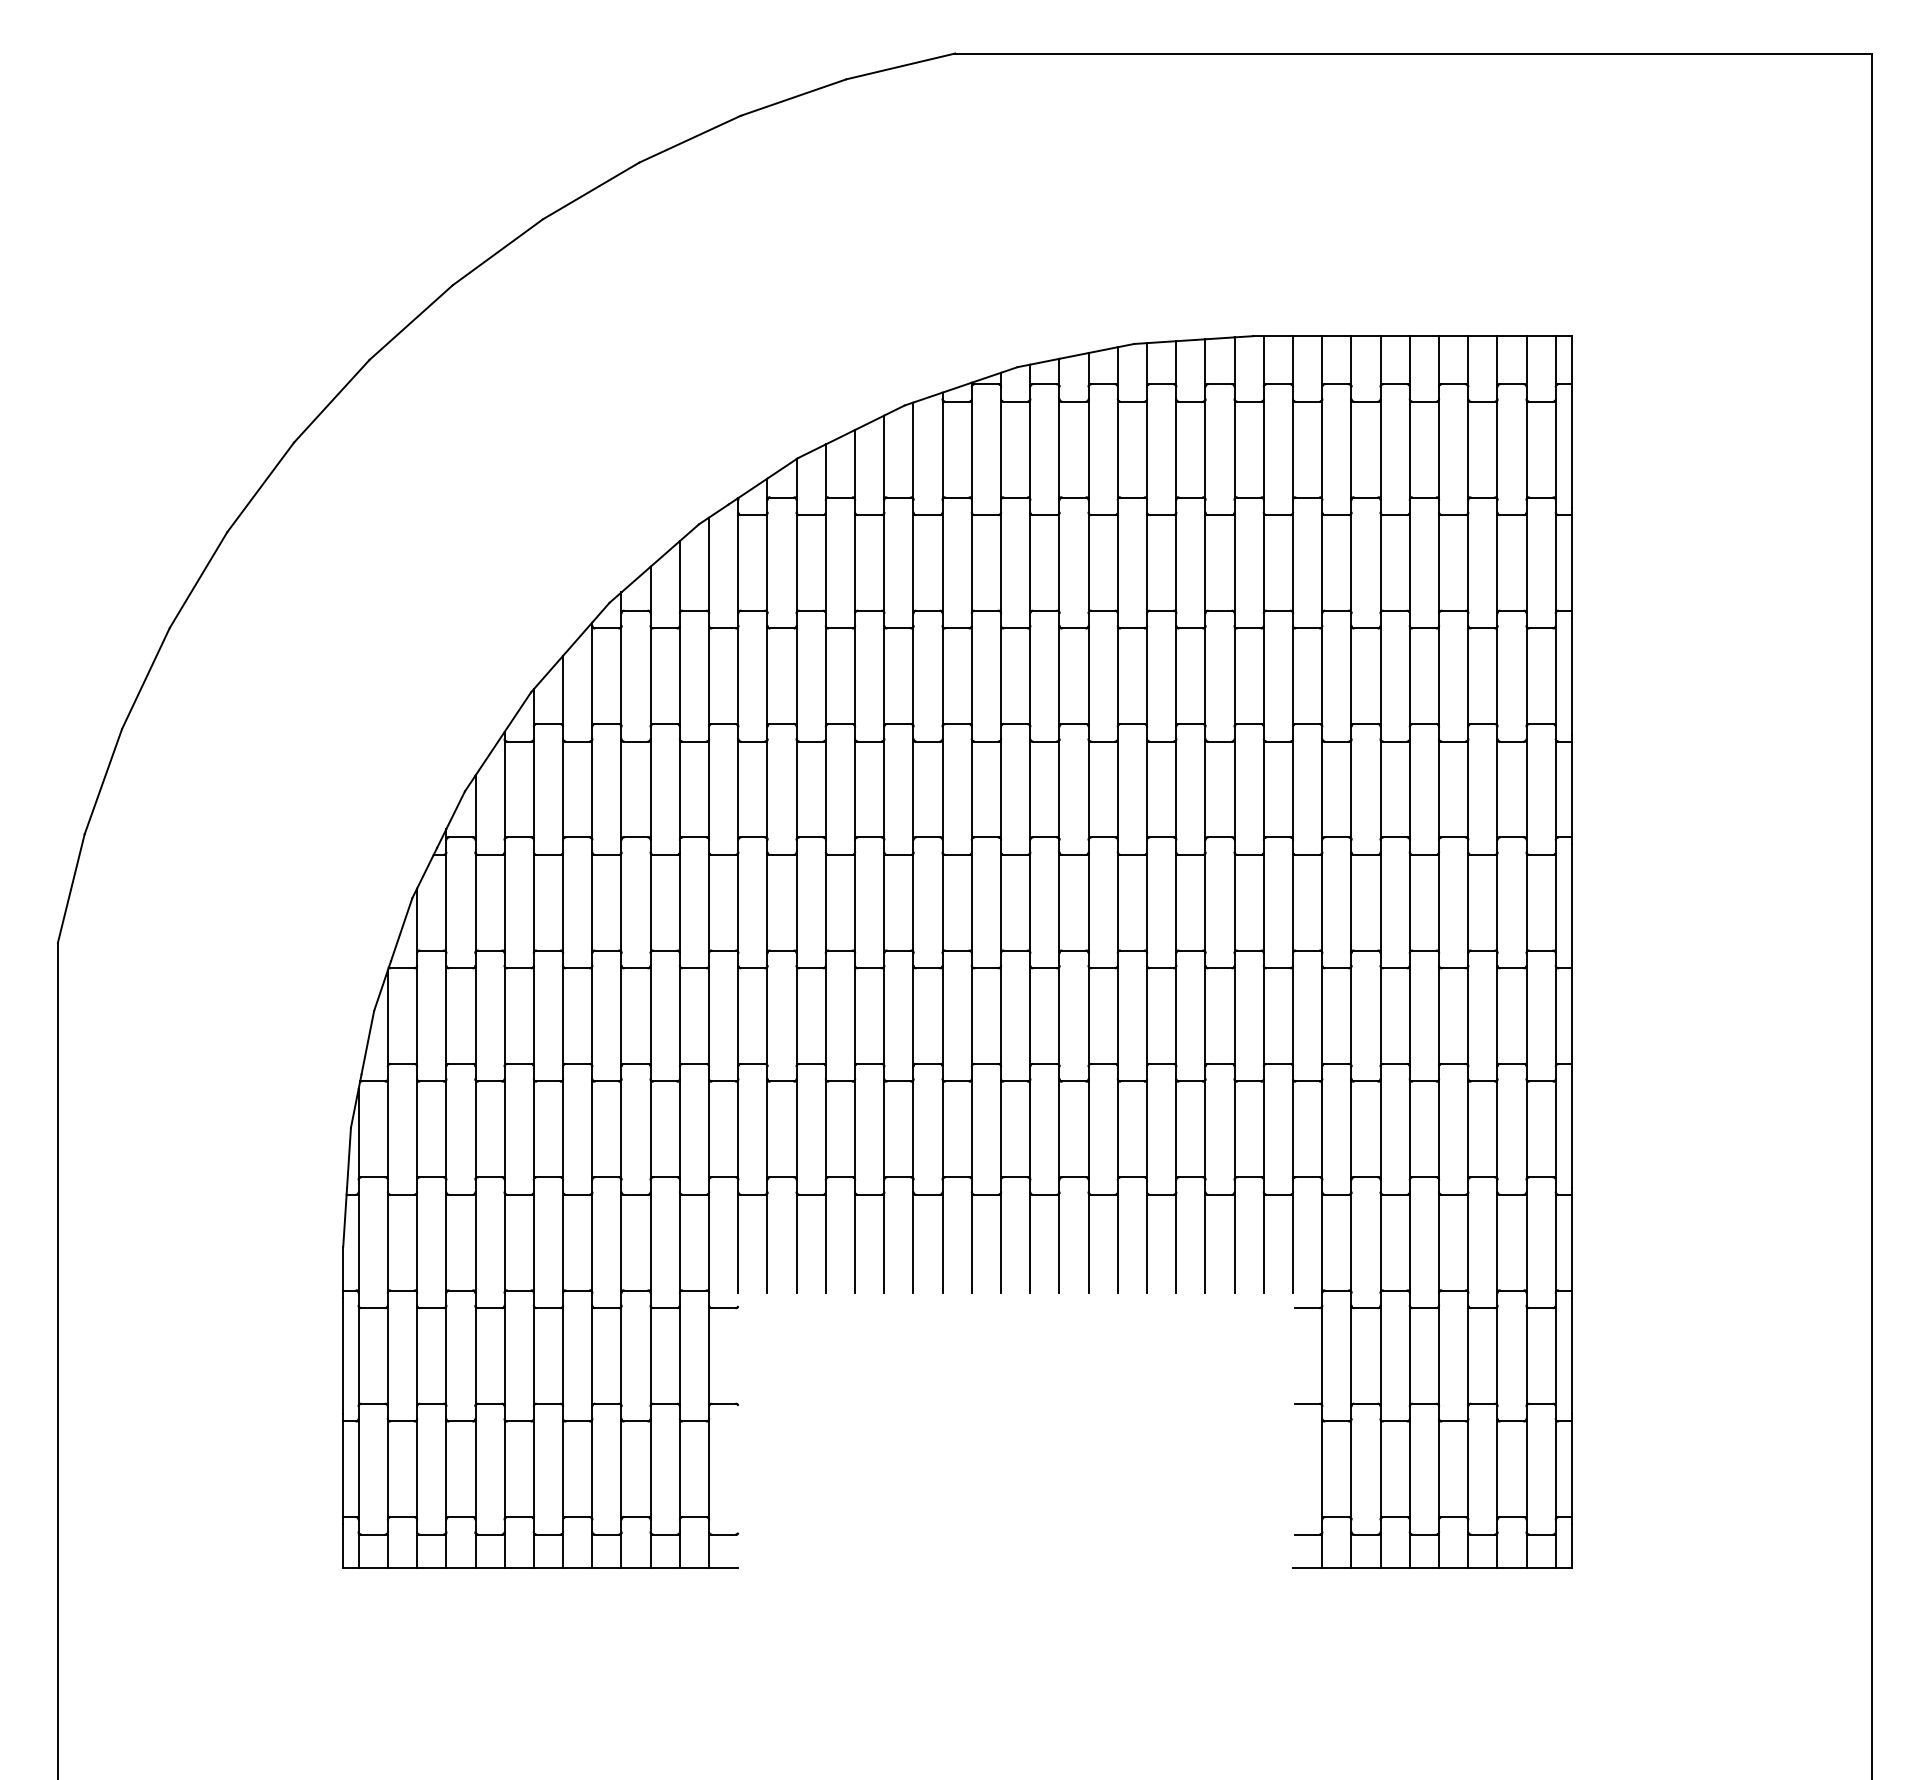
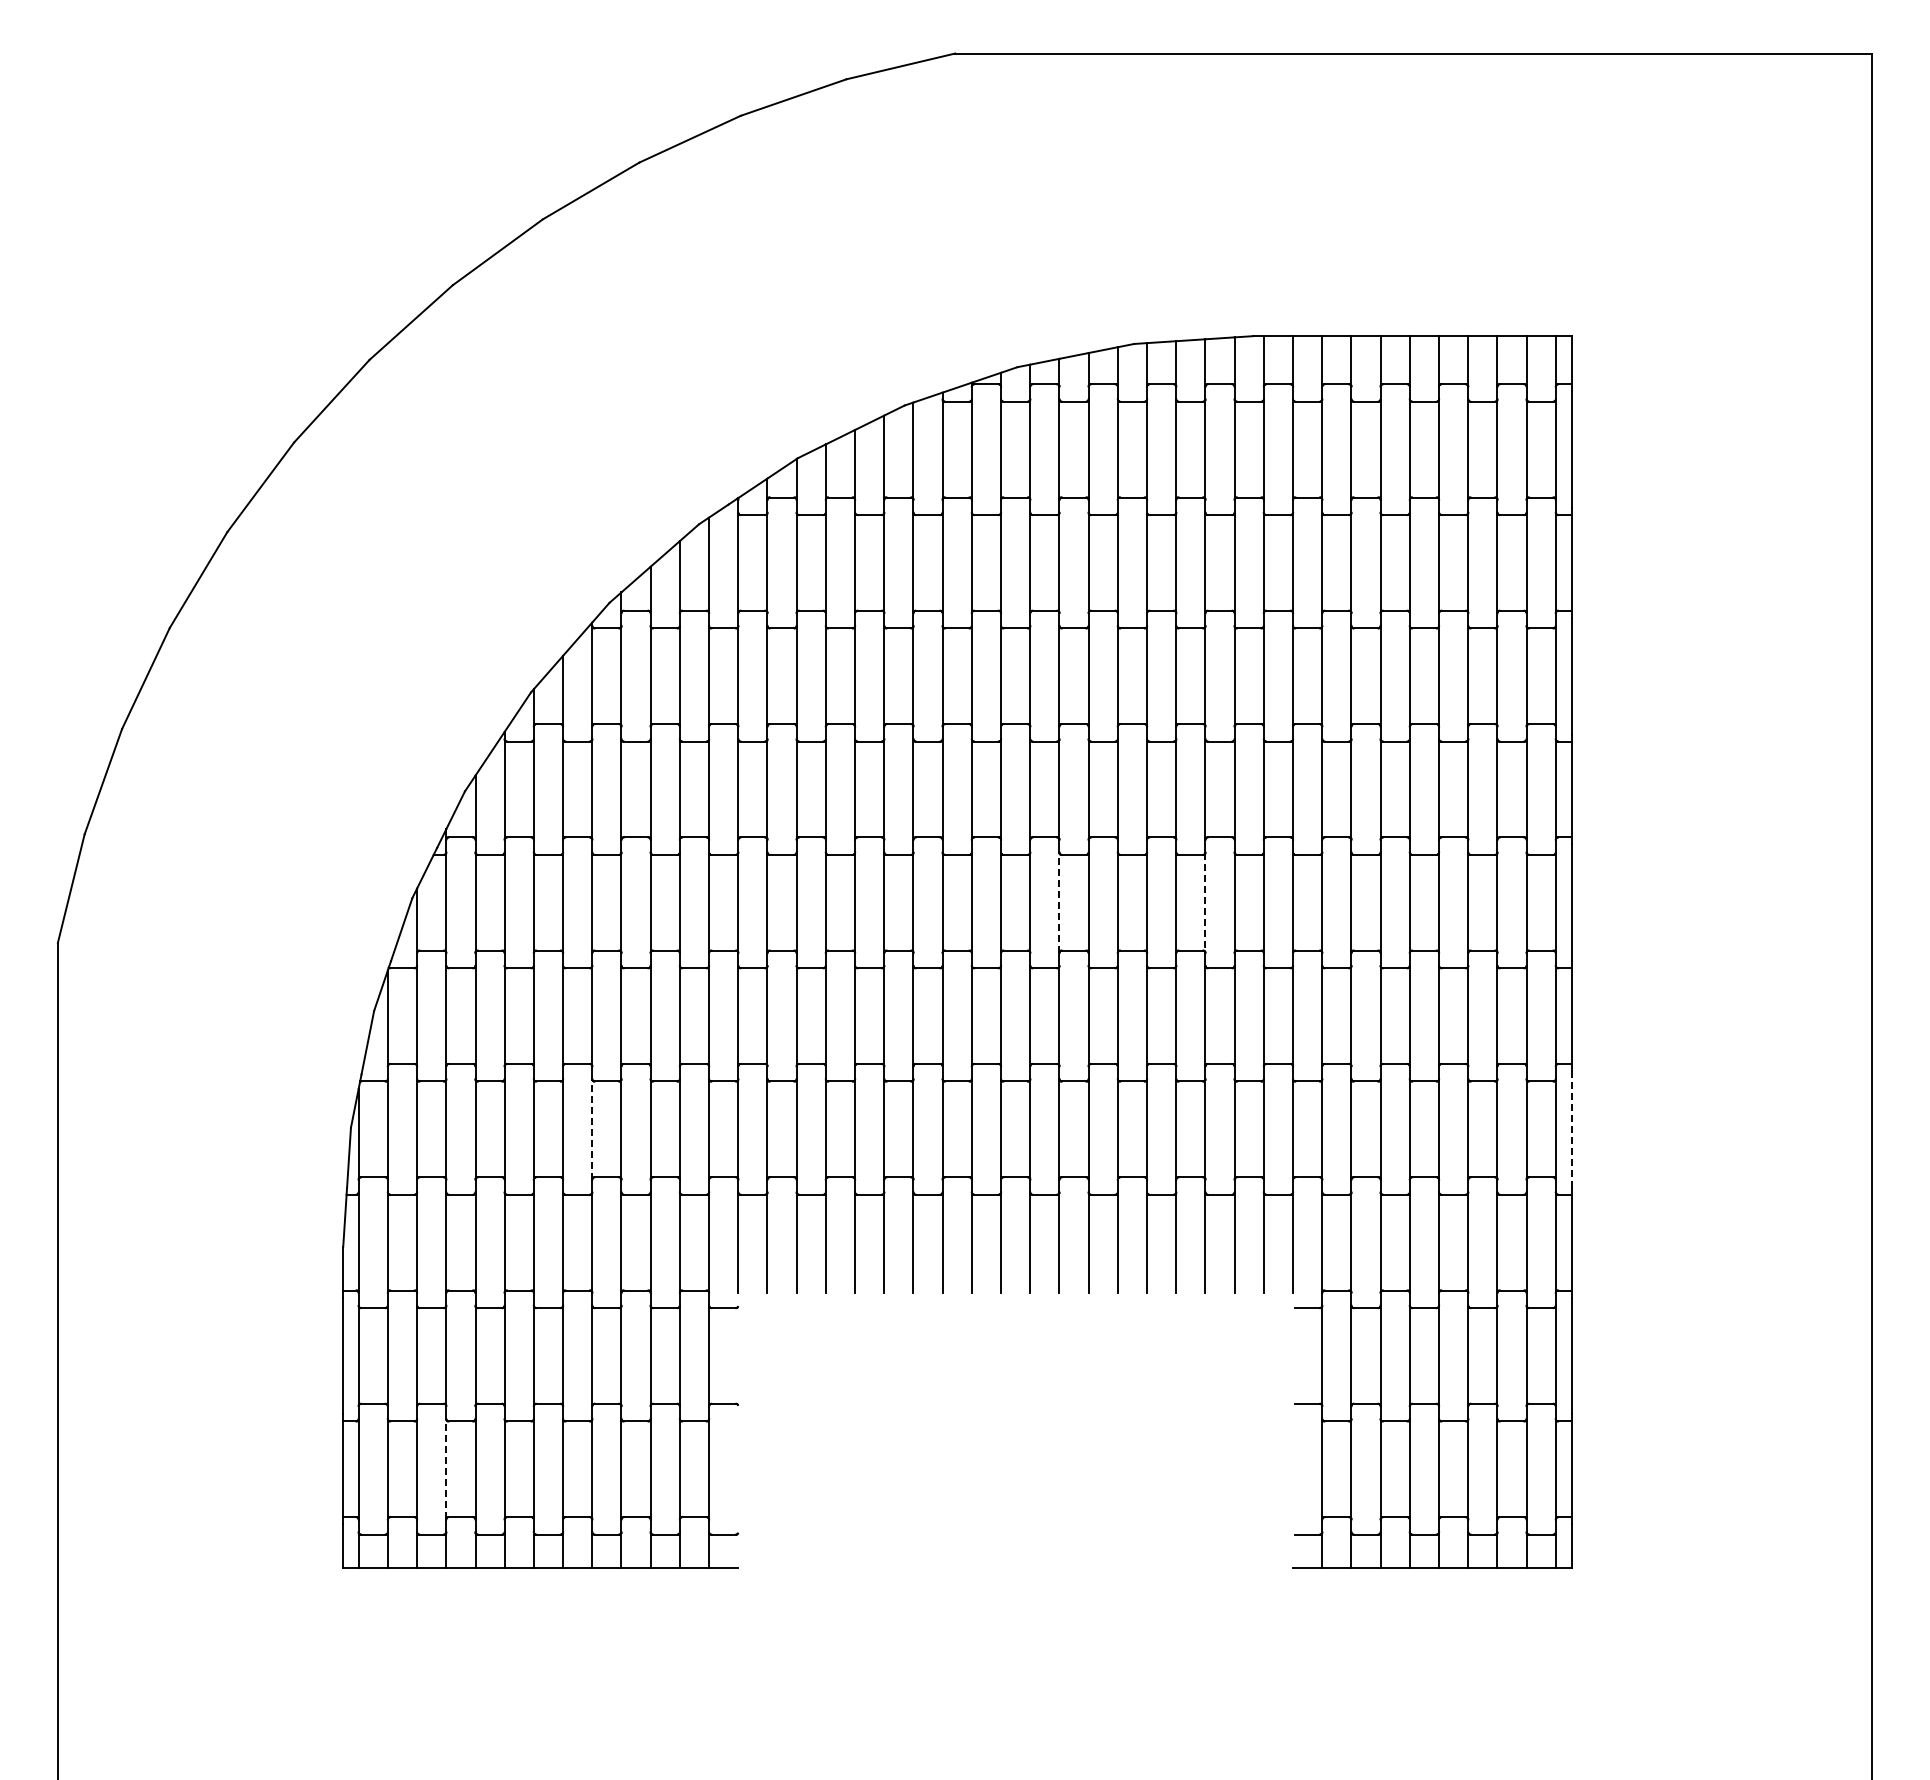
line at (1059, 902): solid -> dashed
line at (1205, 903): solid -> dashed
line at (592, 1128): solid -> dashed
line at (1571, 1129): solid -> dashed
line at (446, 1468): solid -> dashed
